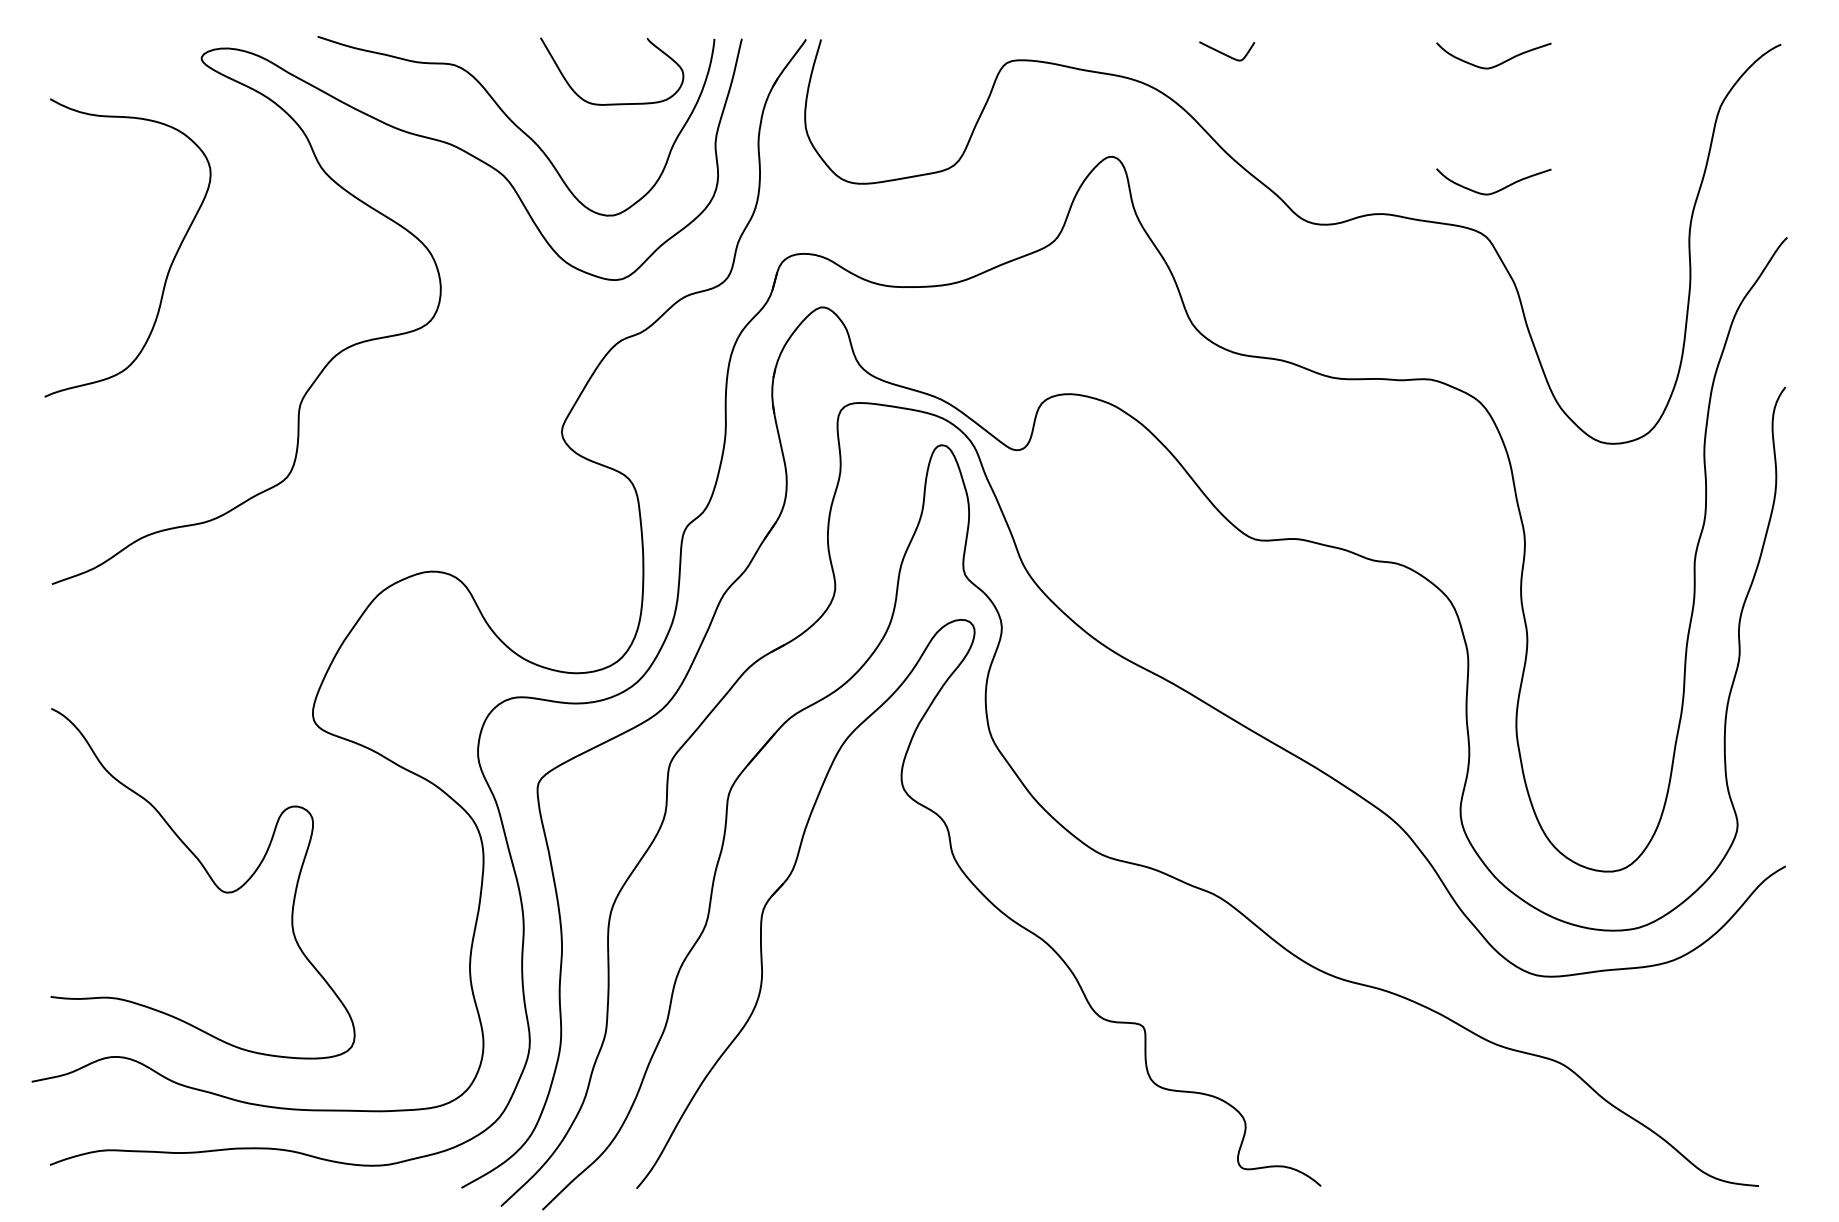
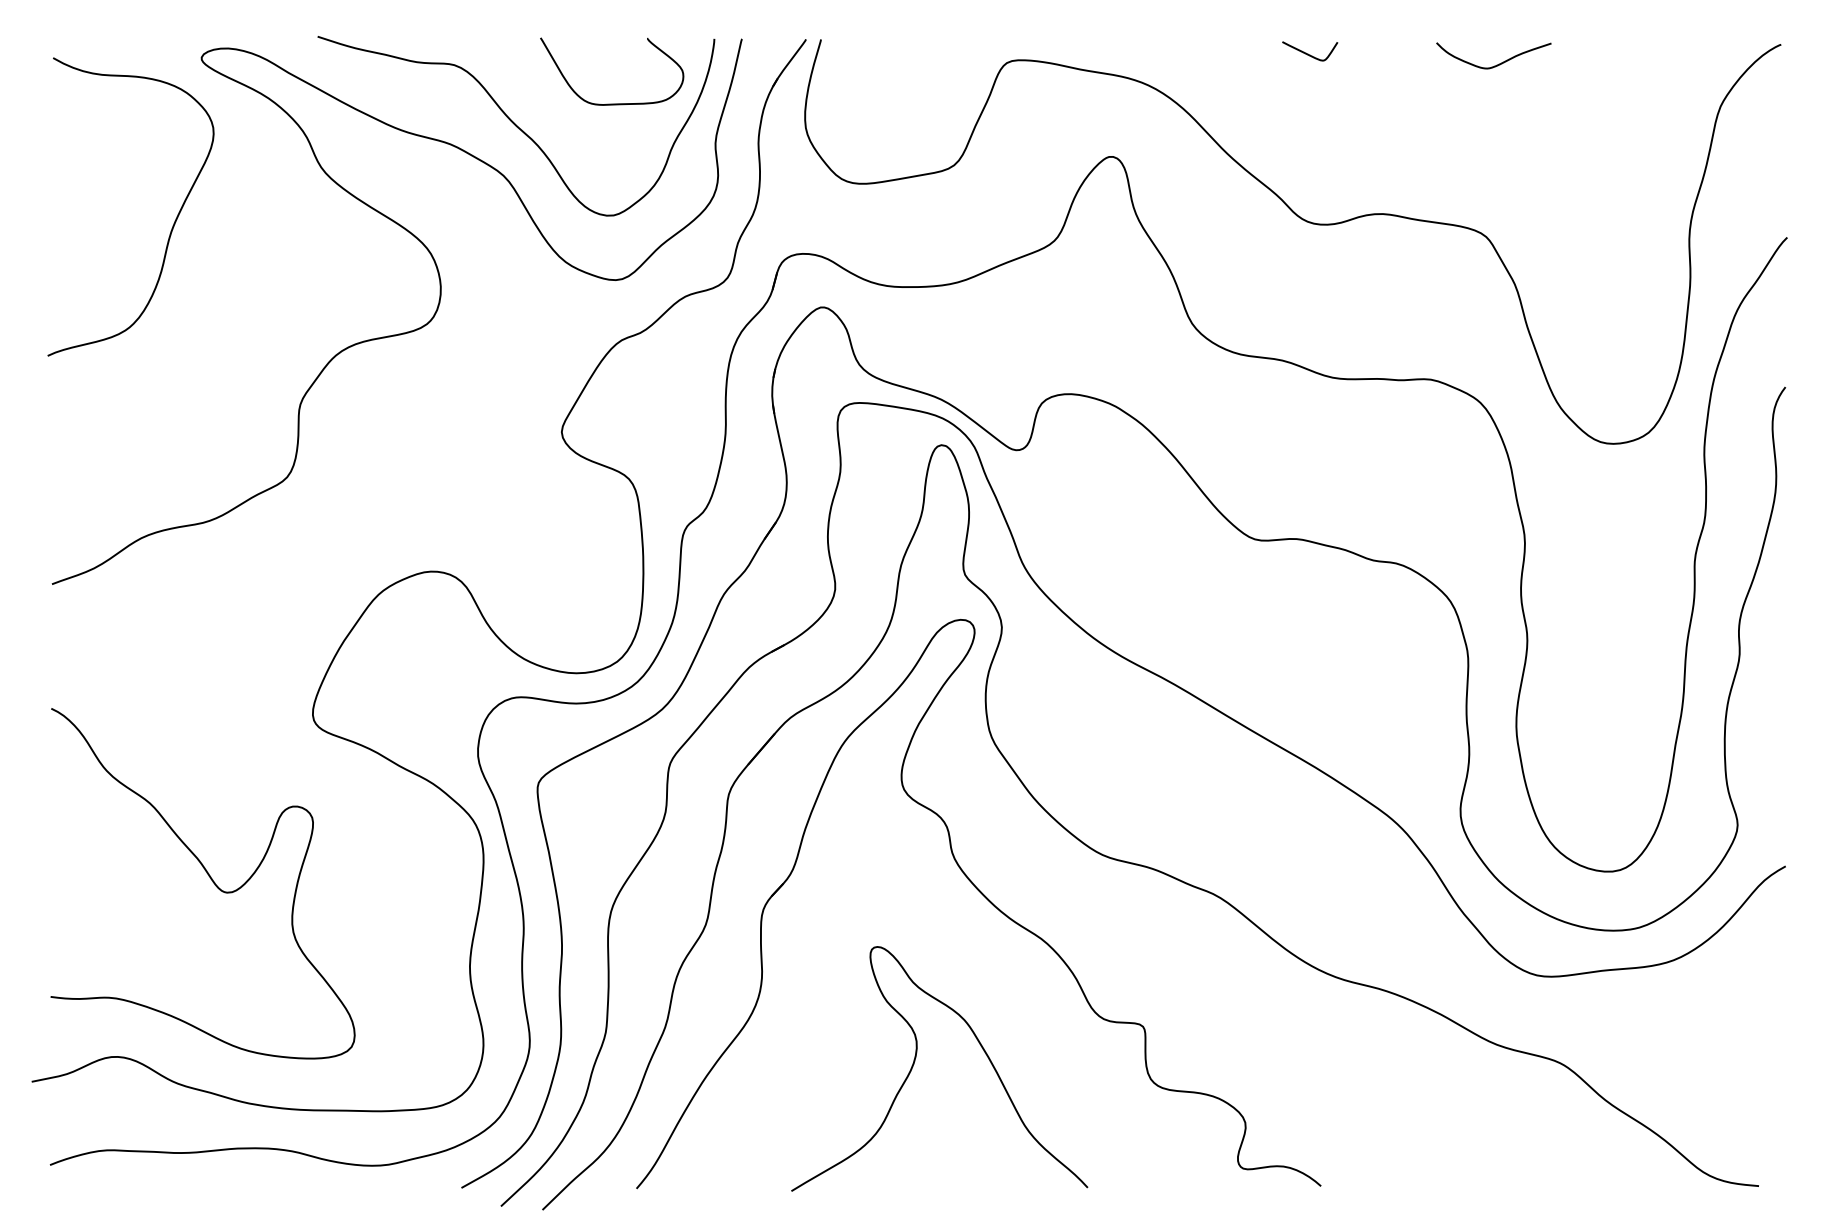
curve at (1225, 53) position: (1225, 53) -> (1308, 53)
curve at (1496, 190): present -> none
curve at (169, 266) position: (169, 266) -> (172, 225)
curve at (915, 1061): none -> present
